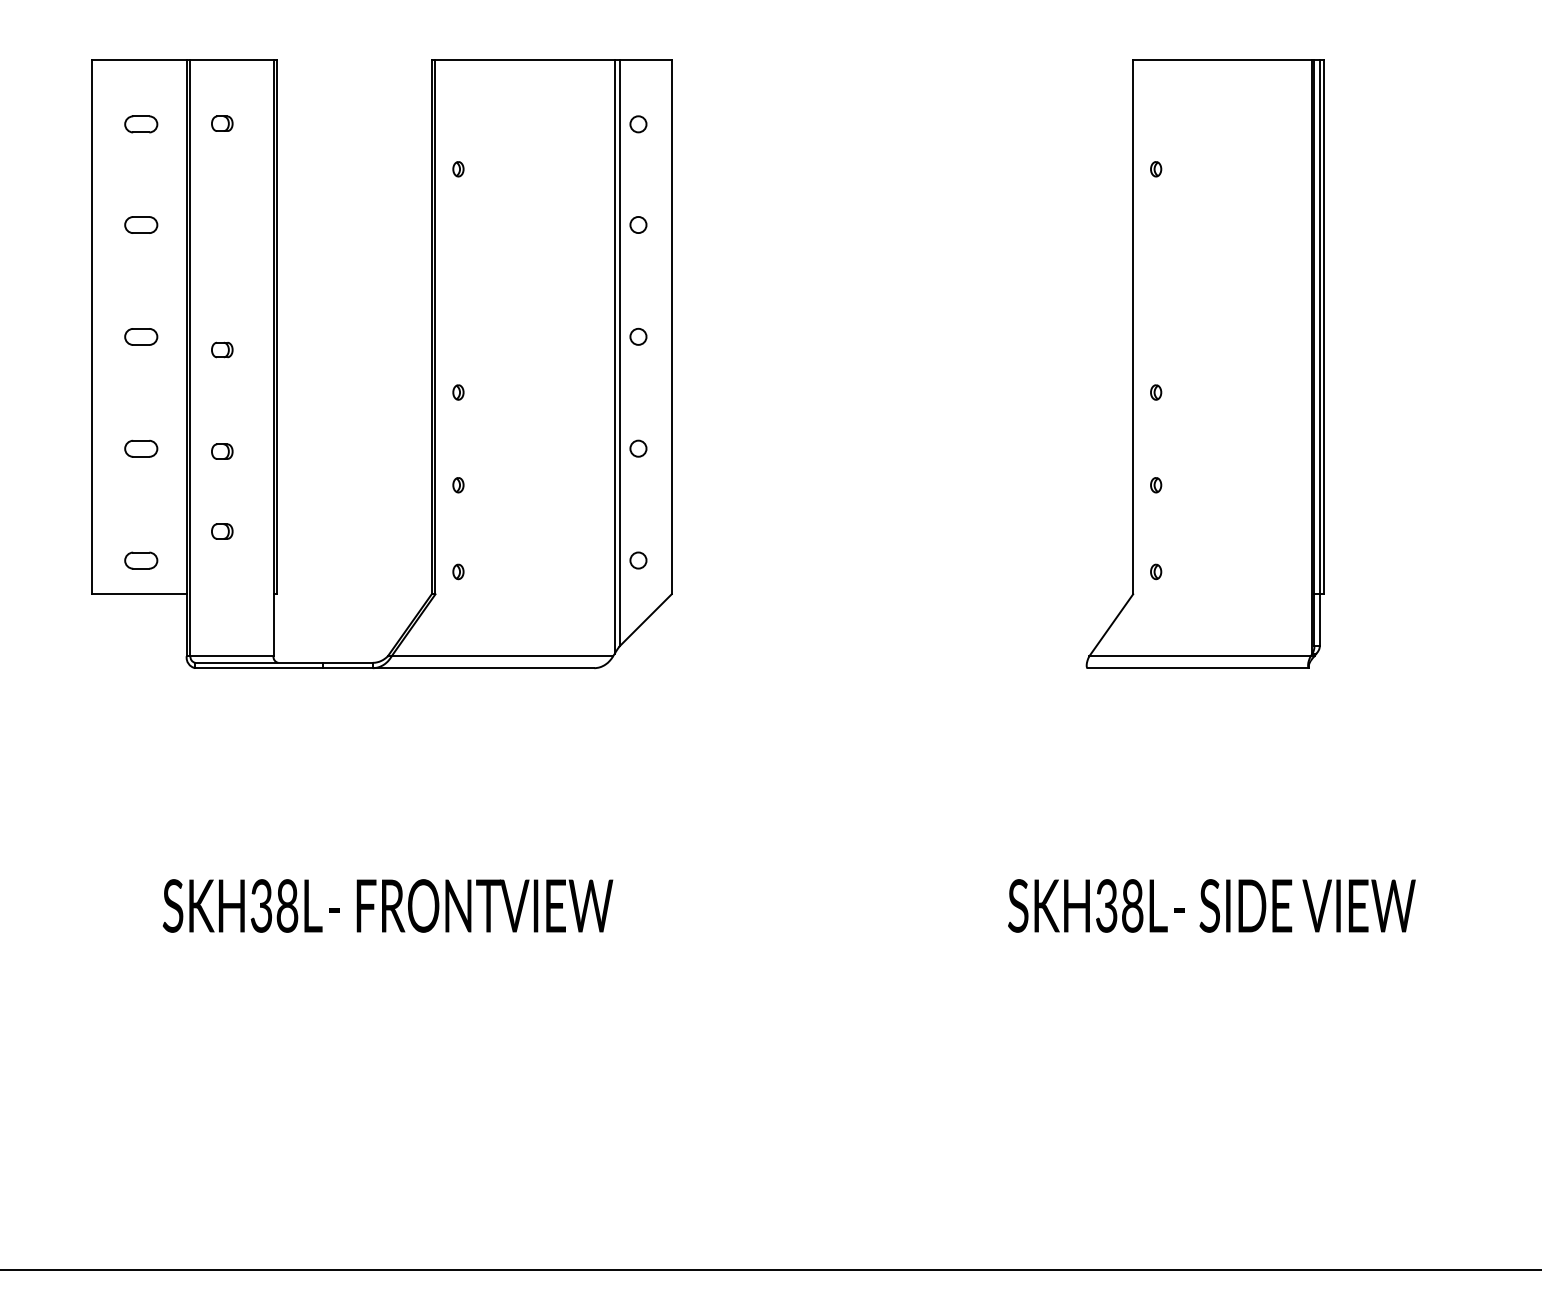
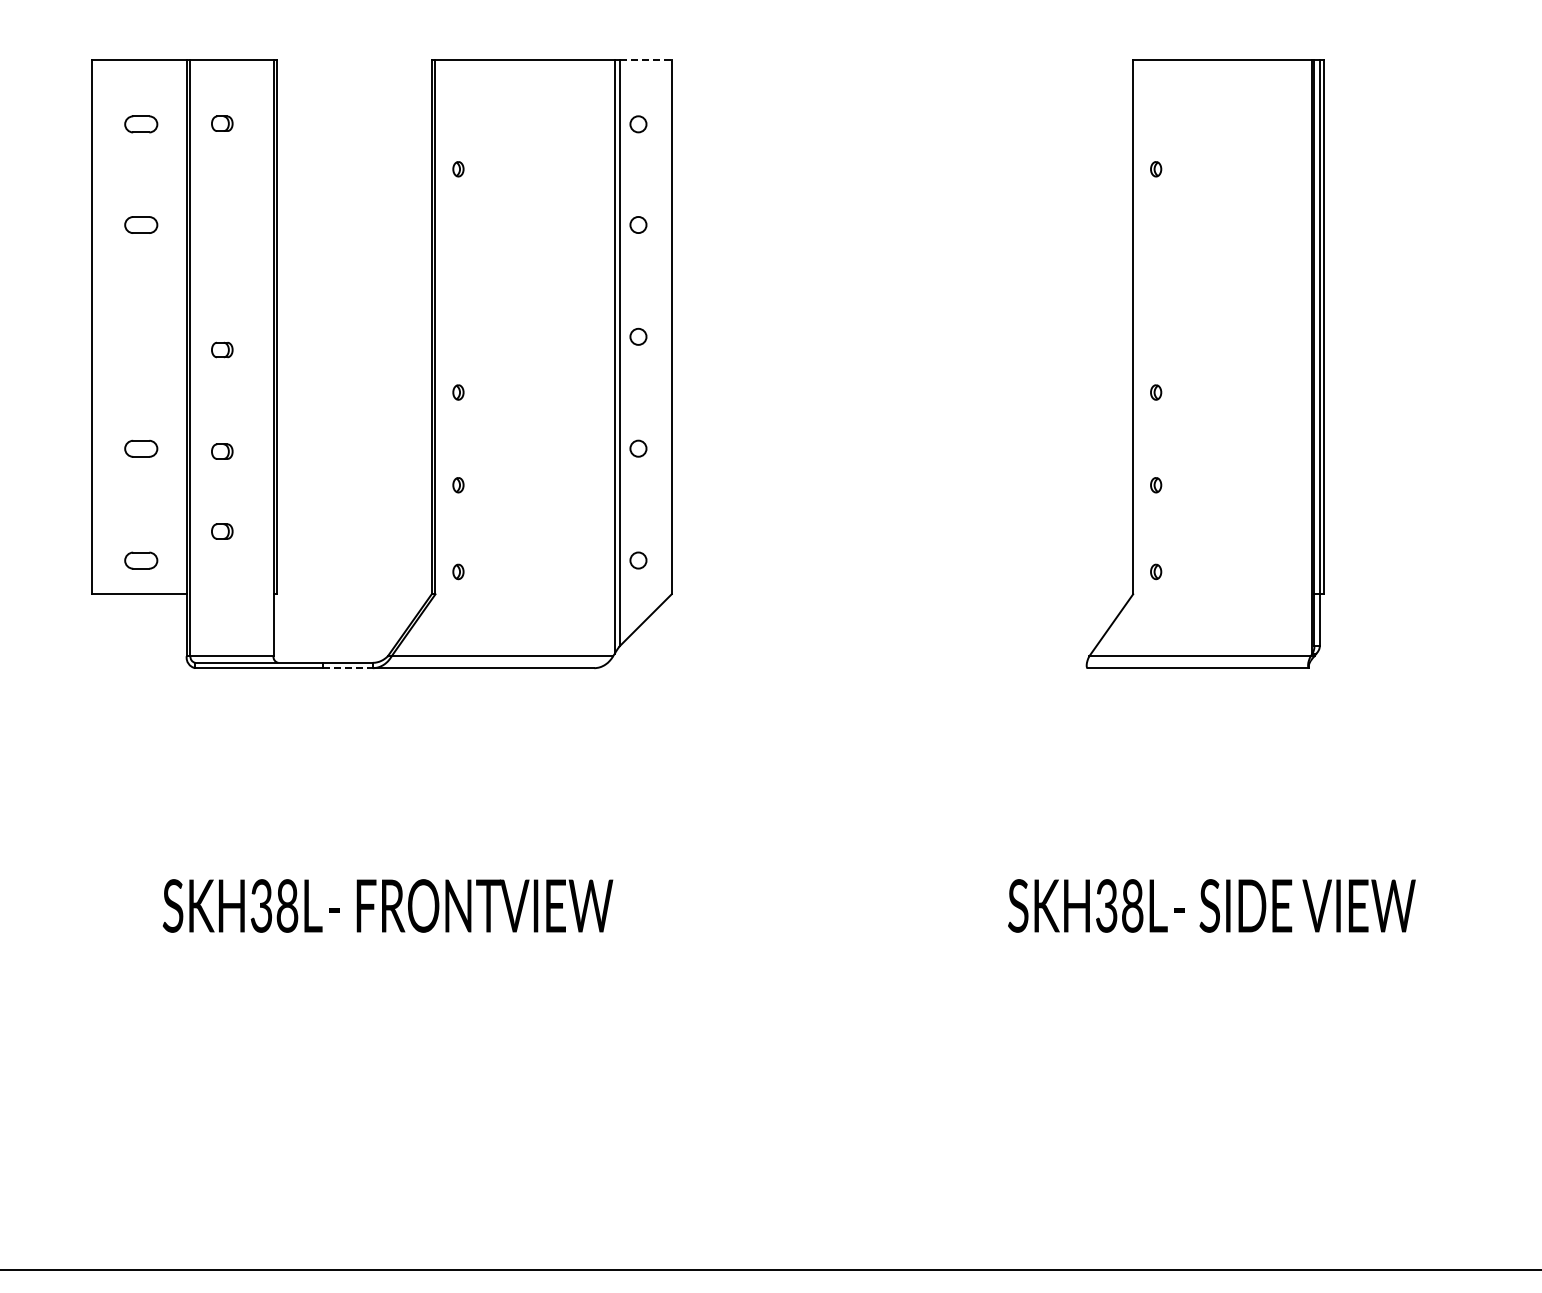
line at (646, 60): solid -> dashed
part at (141, 336): present -> none
line at (347, 668): solid -> dashed
